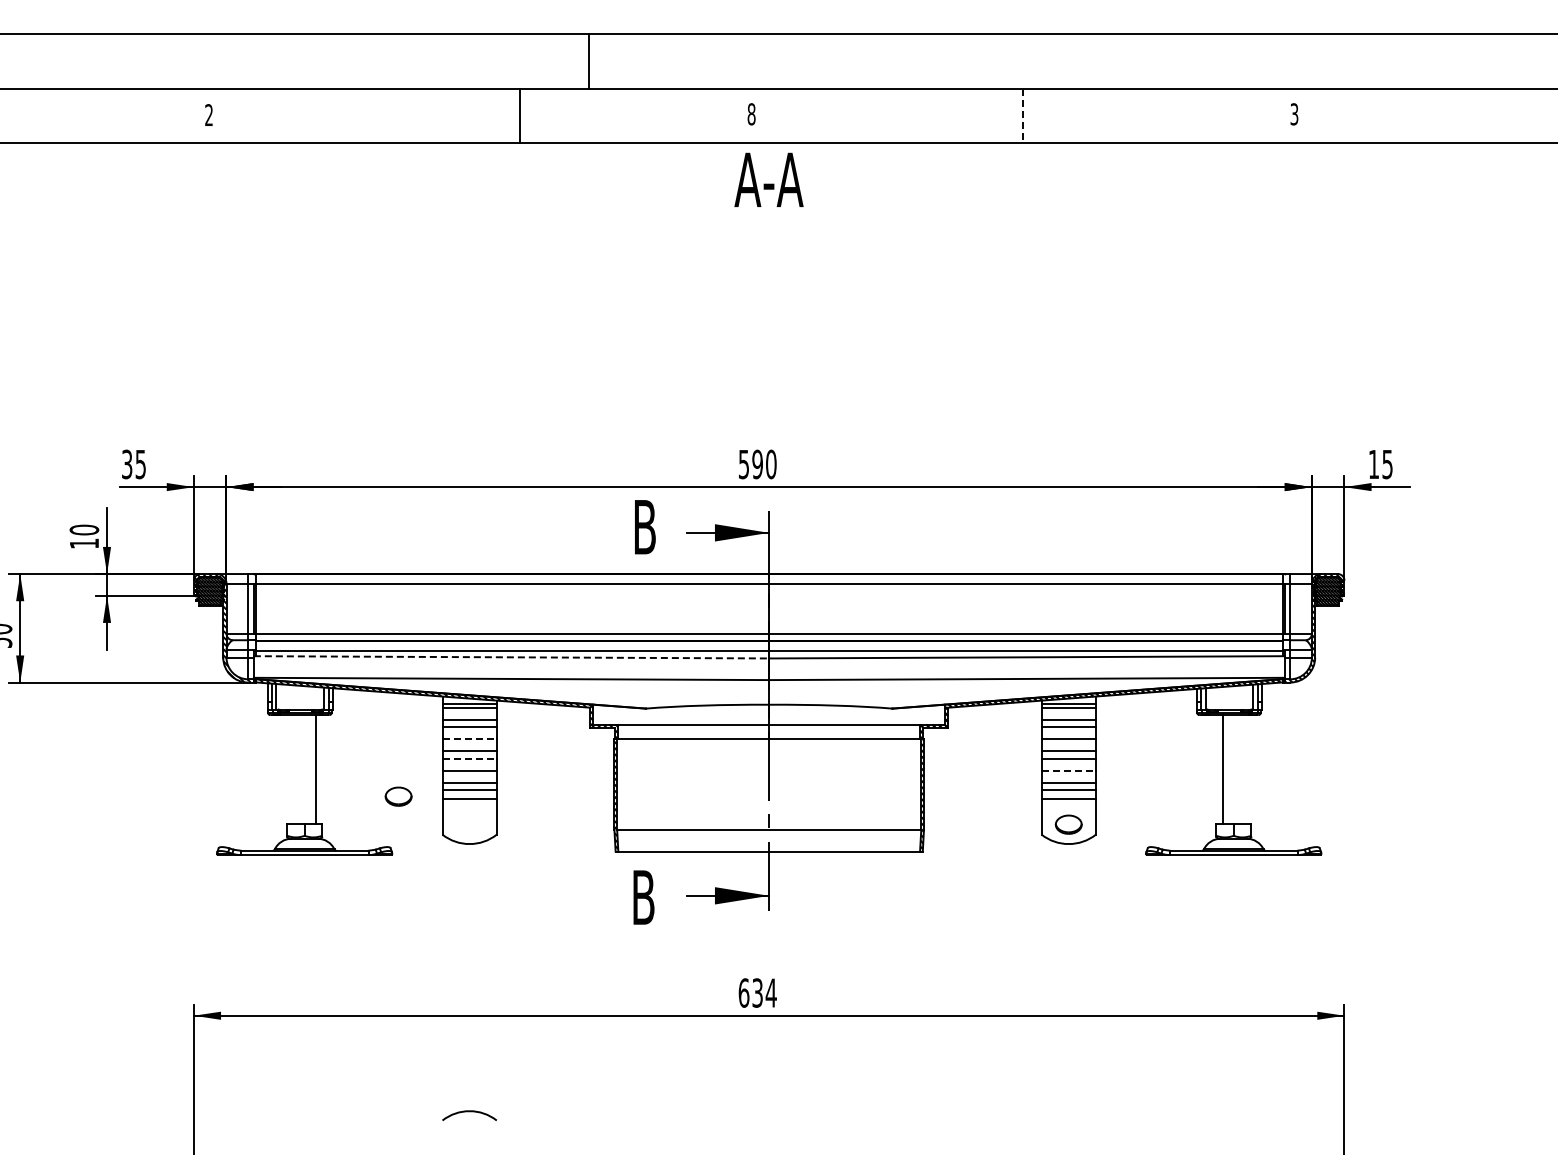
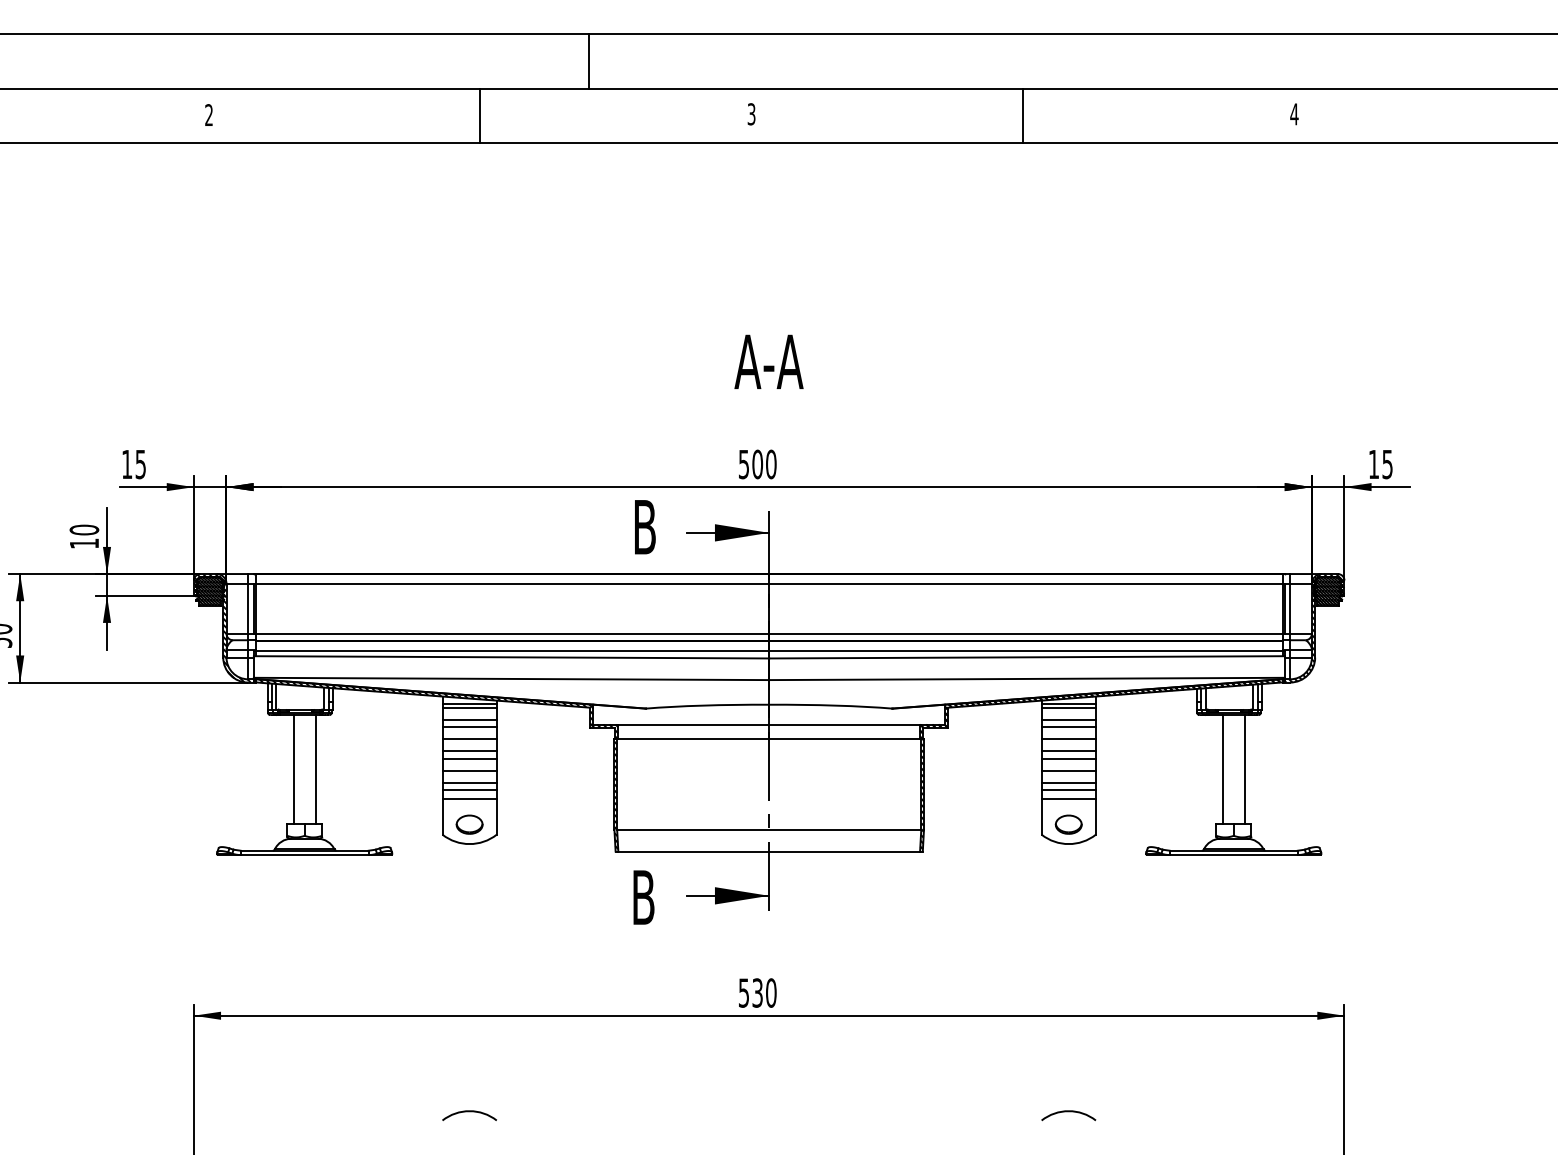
text at (751, 114): 8 -> 3
text at (1294, 114): 3 -> 4
line at (520, 115) position: (520, 115) -> (480, 115)
line at (1022, 116): dashed -> solid
text at (768, 179) position: (768, 179) -> (768, 361)
text at (127, 464): 35 -> 15
text at (757, 464): 590 -> 500
line at (511, 657): dashed -> solid
line at (470, 739): dashed -> solid
line at (470, 758): dashed -> solid
line at (293, 769): none -> present
line at (1244, 769): none -> present
line at (1069, 770): dashed -> solid
part at (398, 796) position: (398, 796) -> (469, 824)
text at (757, 992): 634 -> 530
arc at (1068, 1112): none -> present
